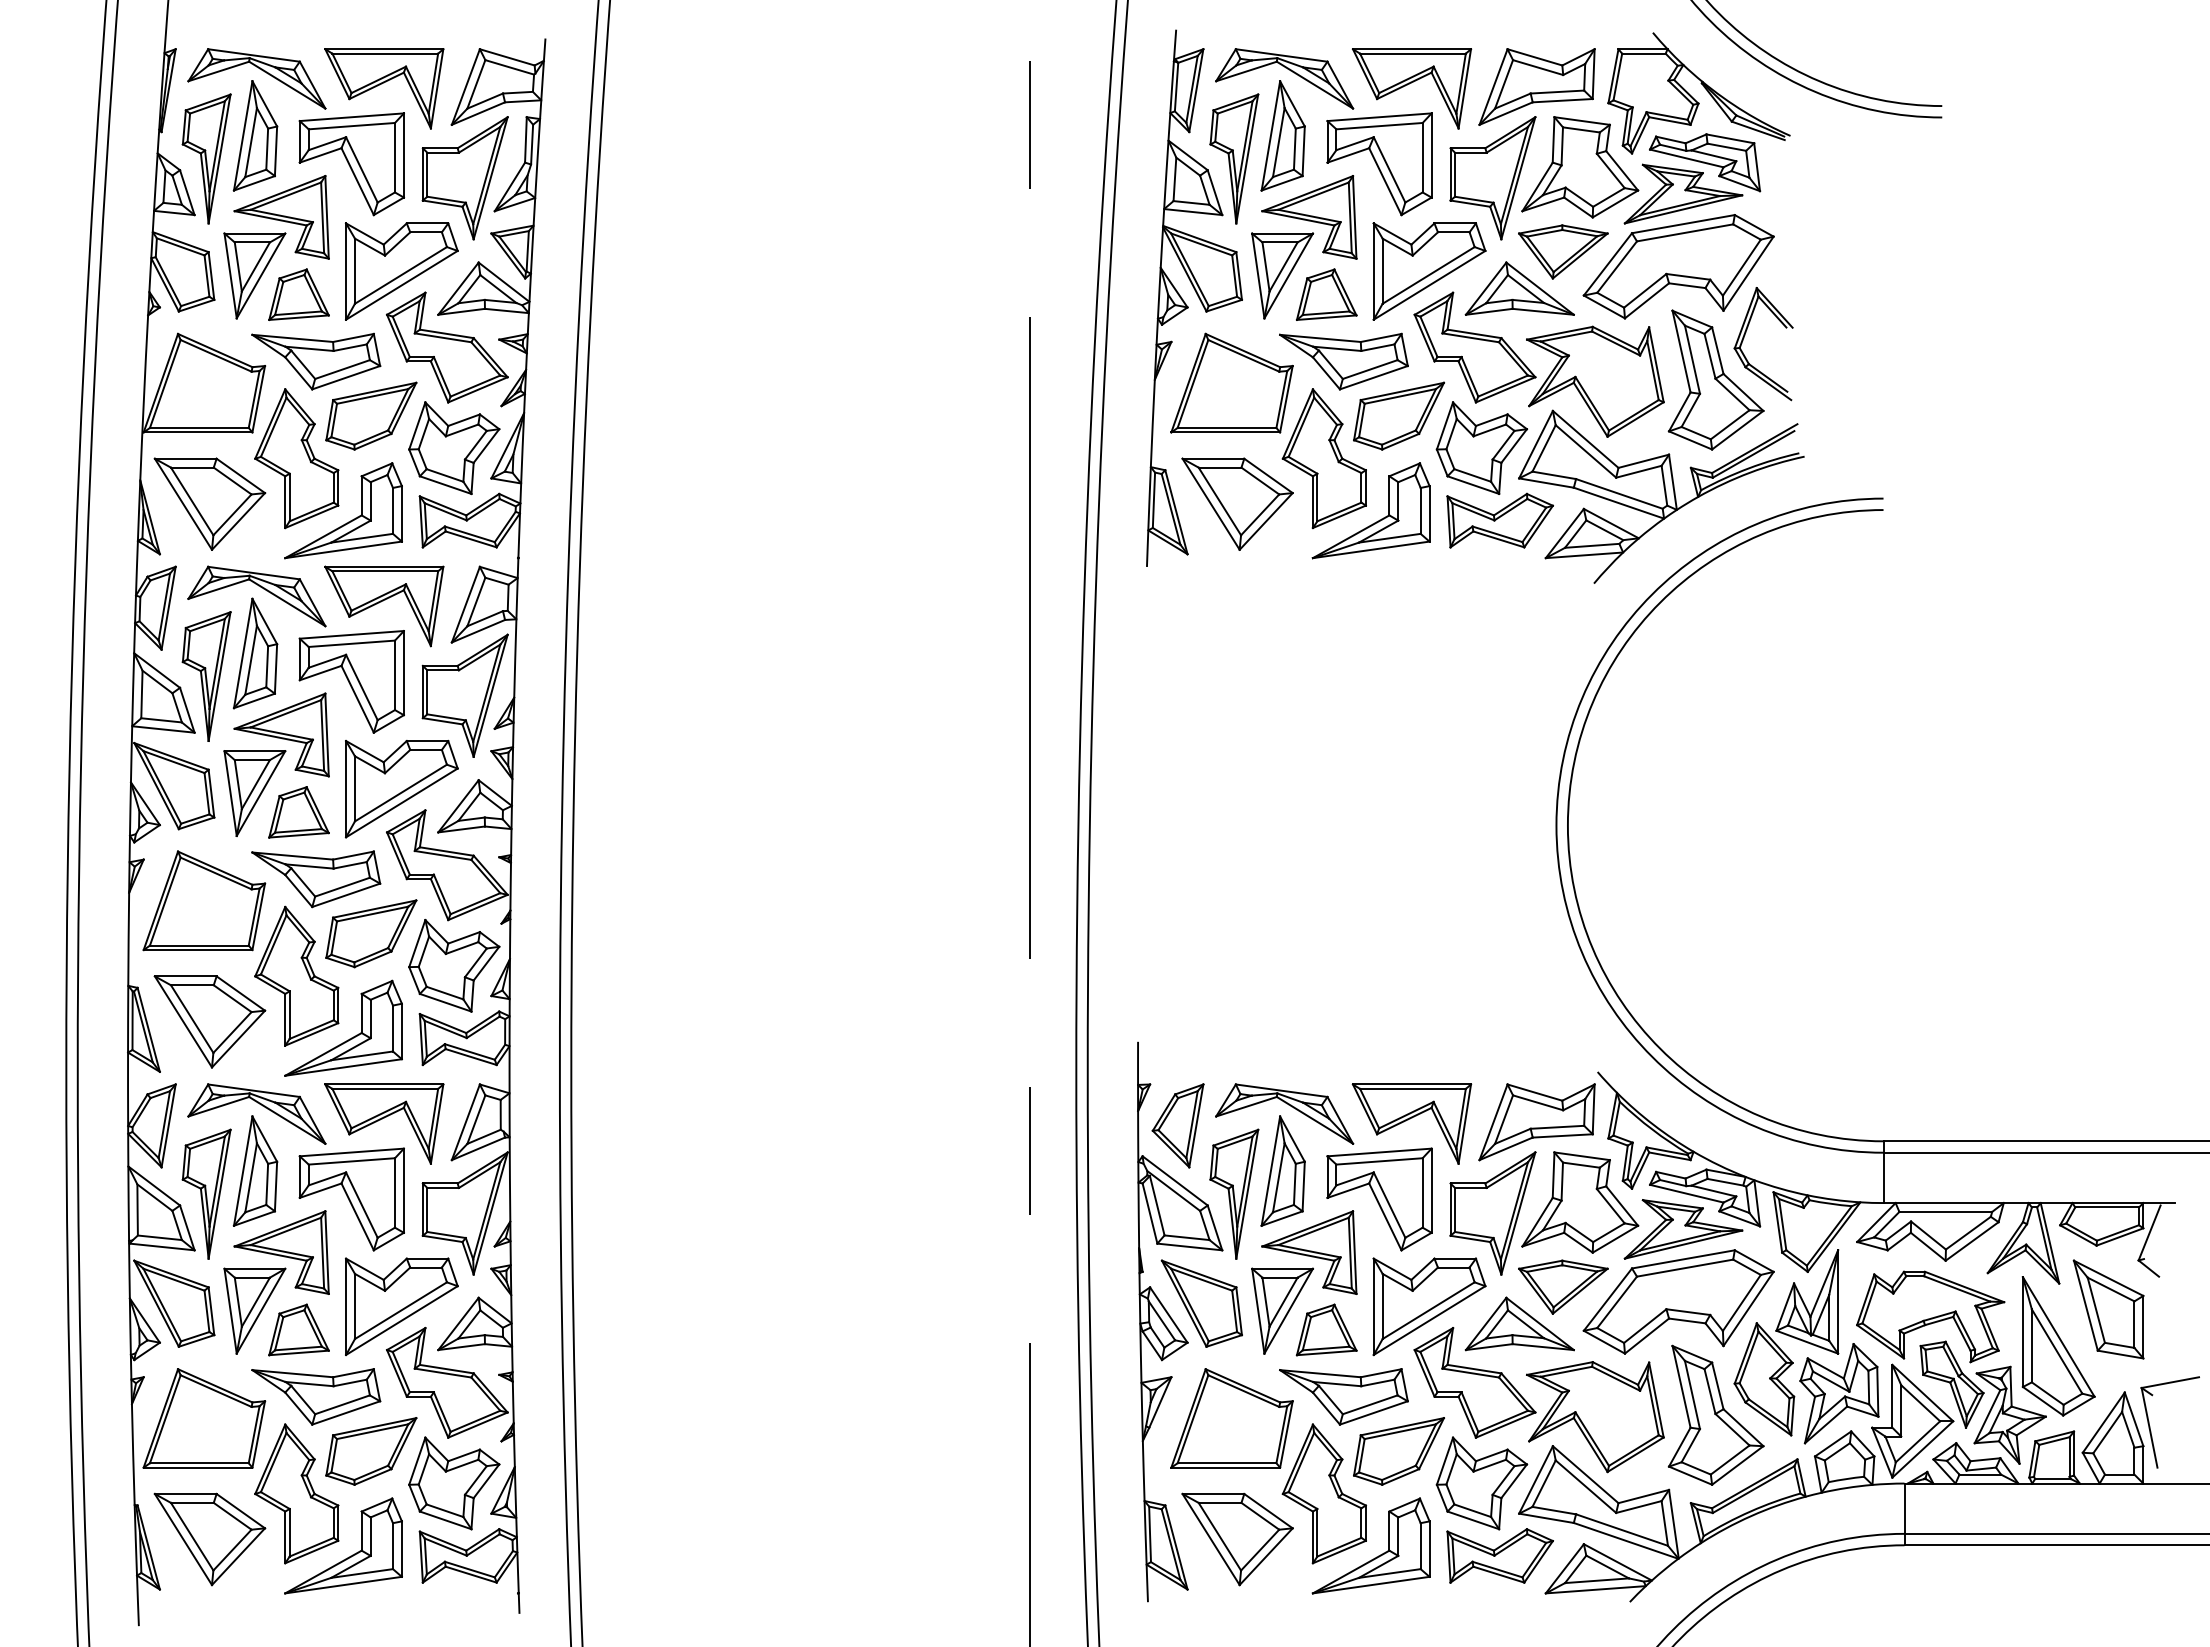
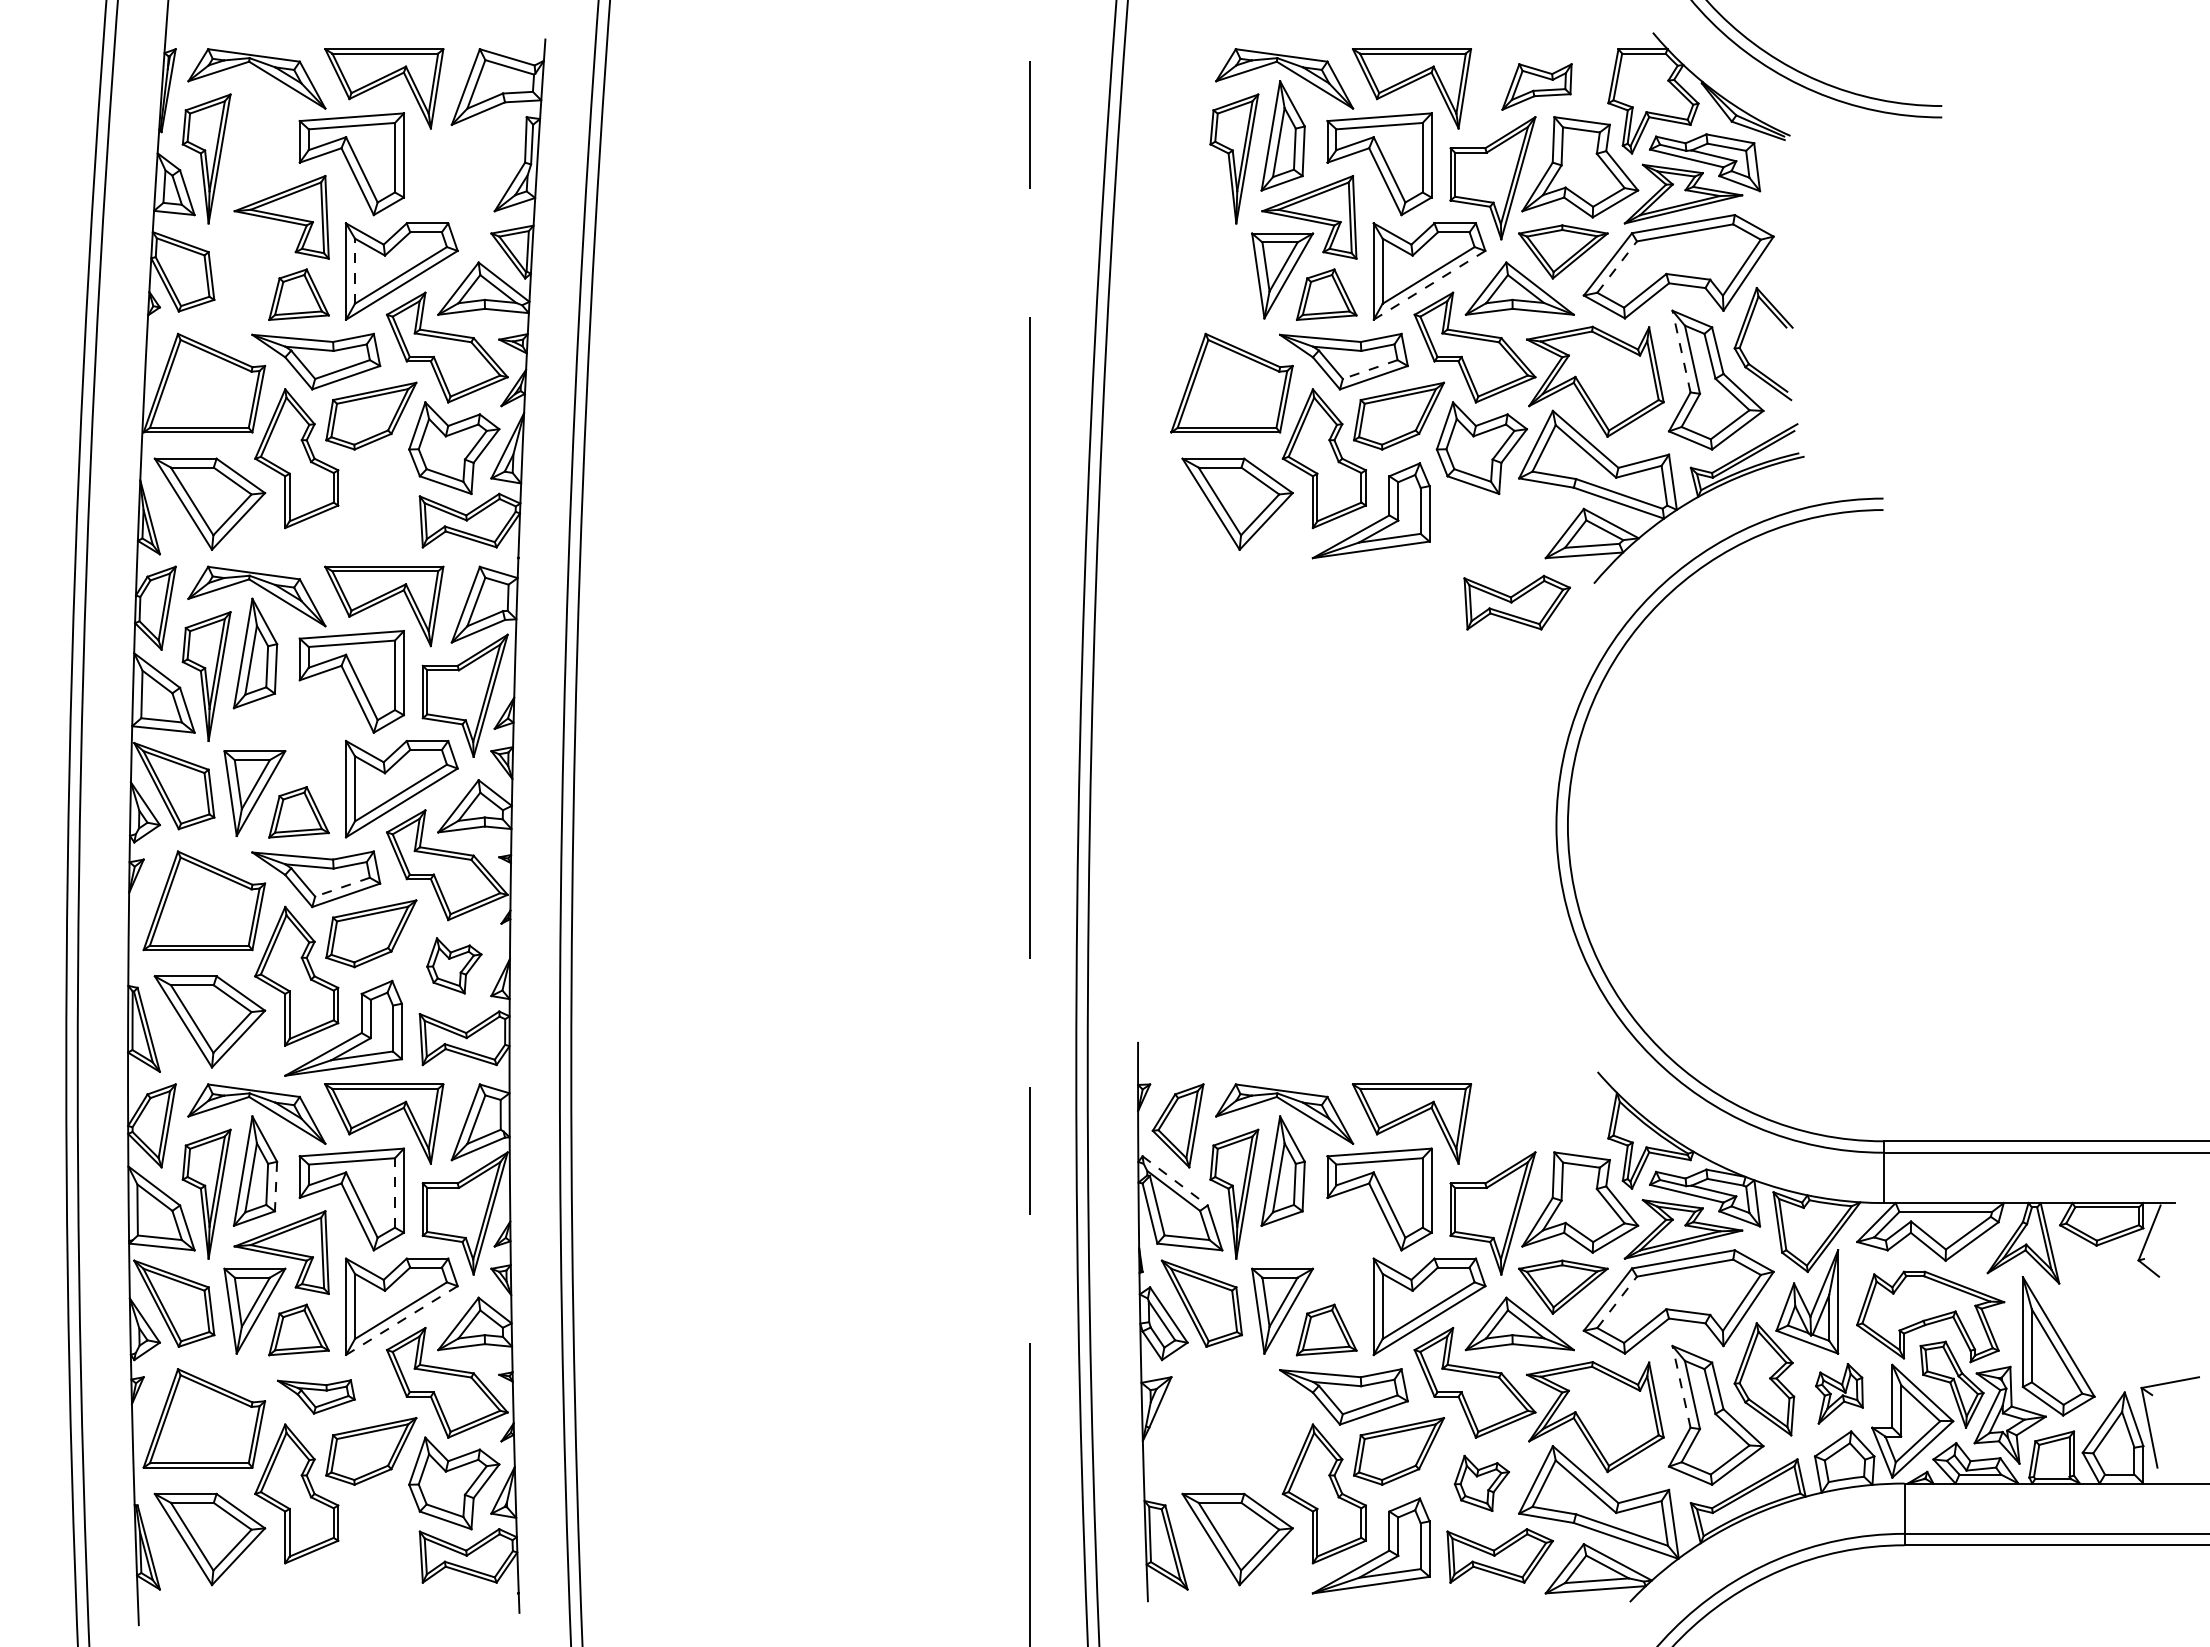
part at (1536, 86) size: 118x78 px -> 72x48 px
part at (255, 135): present -> none
part at (464, 178): present -> none
line at (1617, 266): solid -> dashed
line at (354, 271): solid -> dashed
part at (254, 275): present -> none
line at (1429, 285): solid -> dashed
part at (1194, 297): present -> none
line at (1681, 351): solid -> dashed
line at (1370, 369): solid -> dashed
part at (1499, 520) position: (1499, 520) -> (1516, 602)
part at (348, 521): present -> none
part at (281, 734): present -> none
line at (342, 887): solid -> dashed
part at (454, 965) size: 93x94 px -> 57x58 px
part at (1536, 1122): present -> none
line at (1175, 1180): solid -> dashed
line at (276, 1186): solid -> dashed
line at (395, 1192): solid -> dashed
part at (1309, 1252): present -> none
line at (1617, 1301): solid -> dashed
part at (2108, 1309): present -> none
line at (401, 1320): solid -> dashed
line at (1681, 1386): solid -> dashed
part at (1839, 1393) size: 81x102 px -> 49x62 px
part at (316, 1396) size: 131x58 px -> 79x36 px
part at (1231, 1418): present -> none
part at (1481, 1483) size: 94x95 px -> 58x58 px
part at (350, 1555): present -> none
